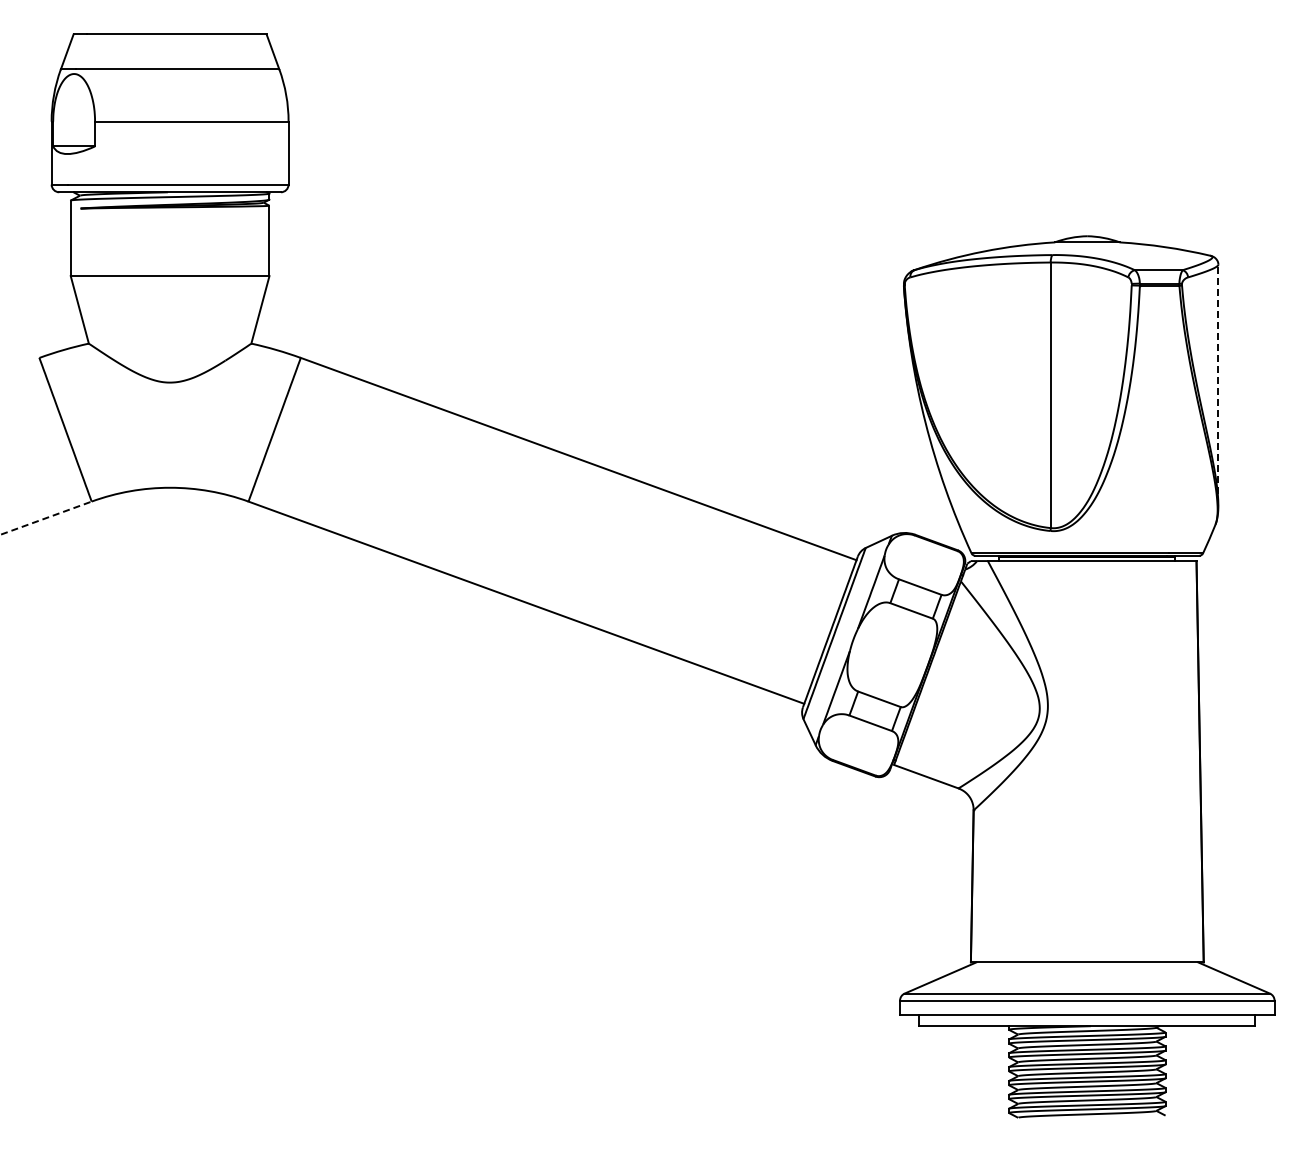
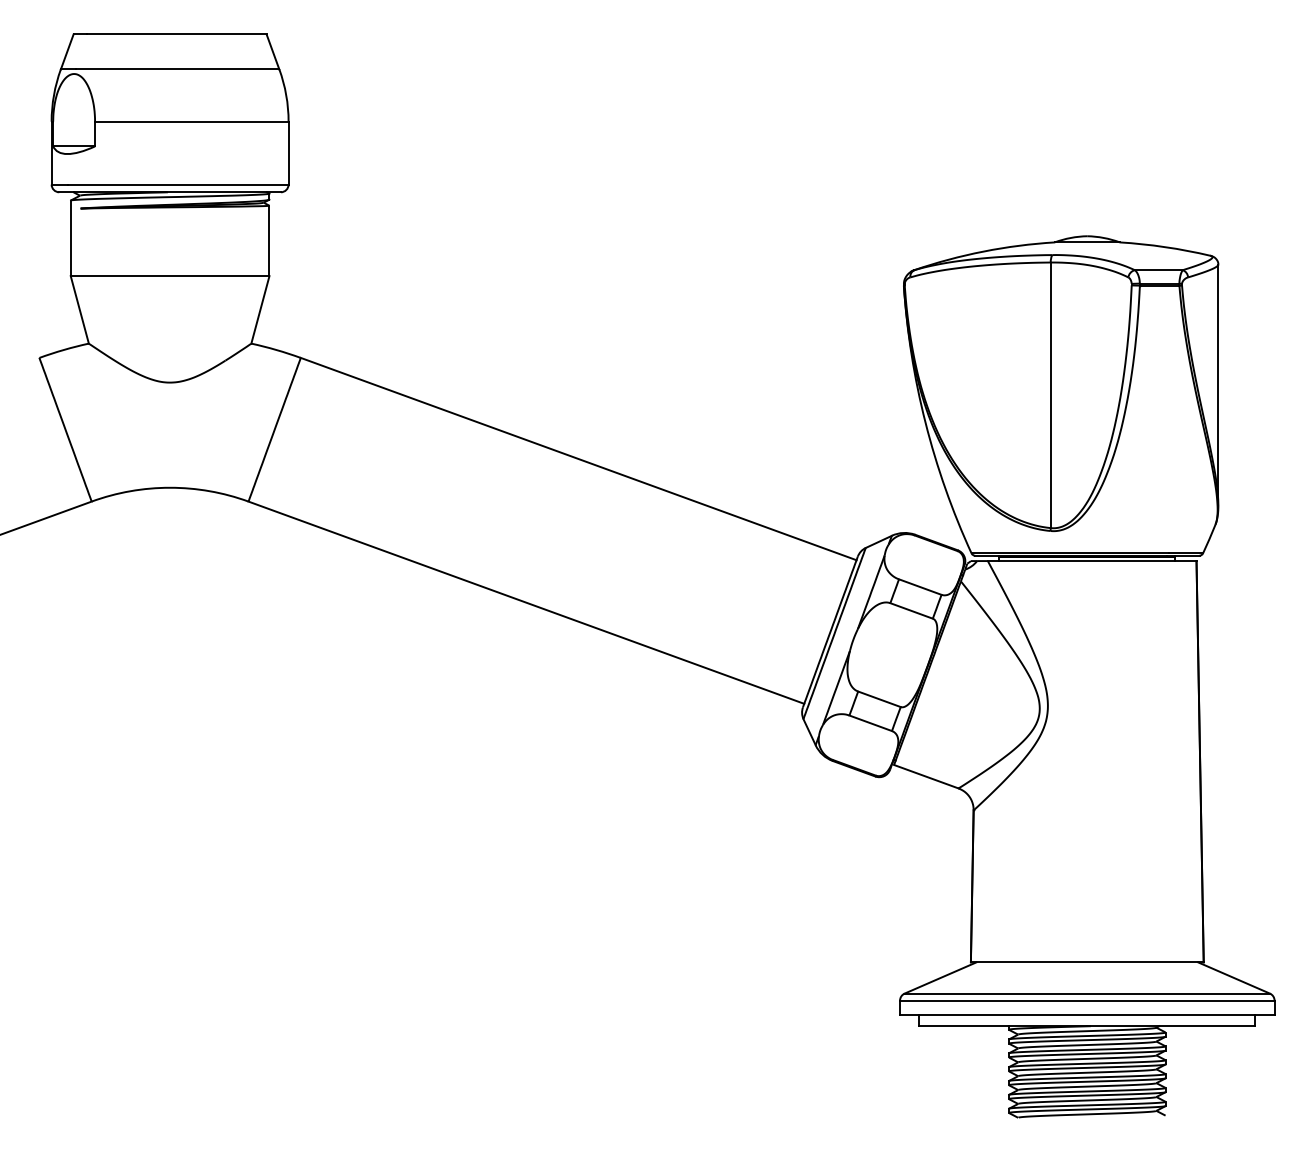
line at (1218, 384): dashed -> solid
line at (46, 518): dashed -> solid
